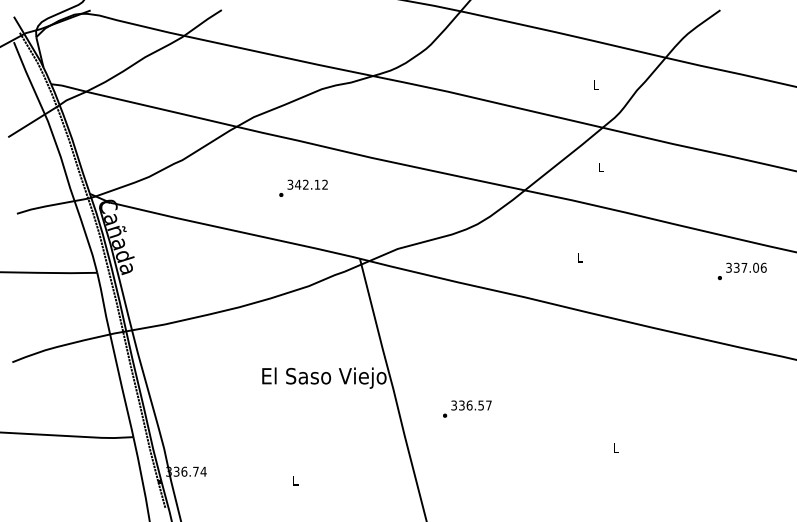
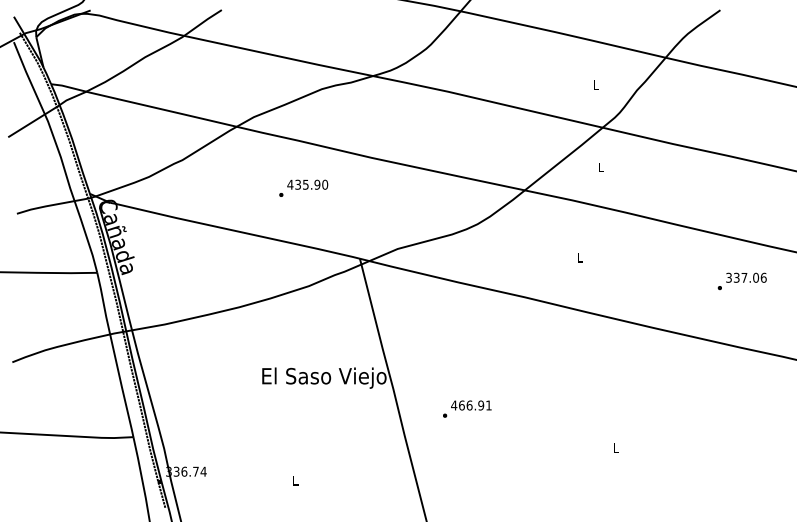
text at (307, 184): 342.12 -> 435.90
text at (741, 271) position: (741, 271) -> (741, 281)
text at (471, 405): 336.57 -> 466.91
